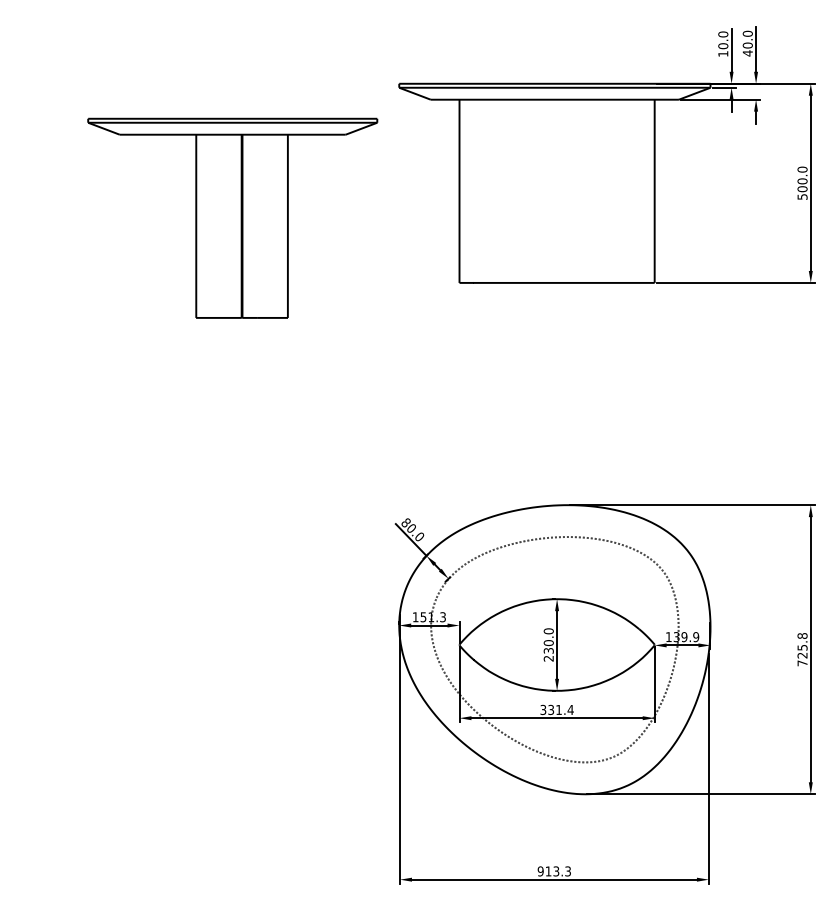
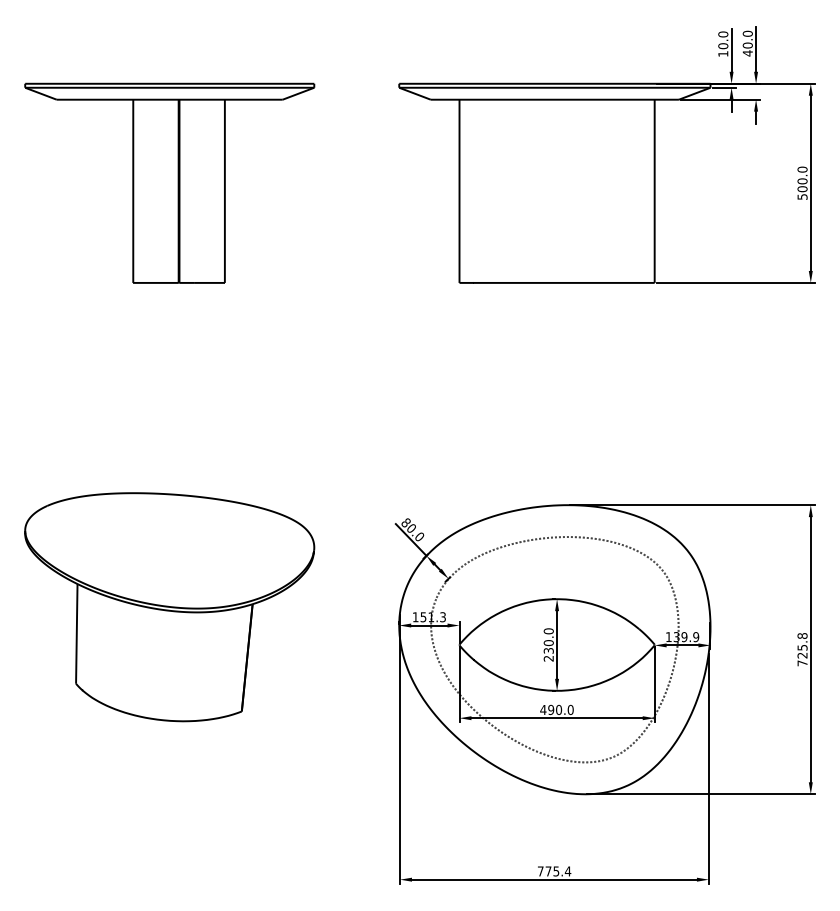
part at (232, 217) position: (232, 217) -> (169, 182)
part at (169, 607): none -> present
text at (556, 709): 331.4 -> 490.0
text at (554, 871): 913.3 -> 775.4
